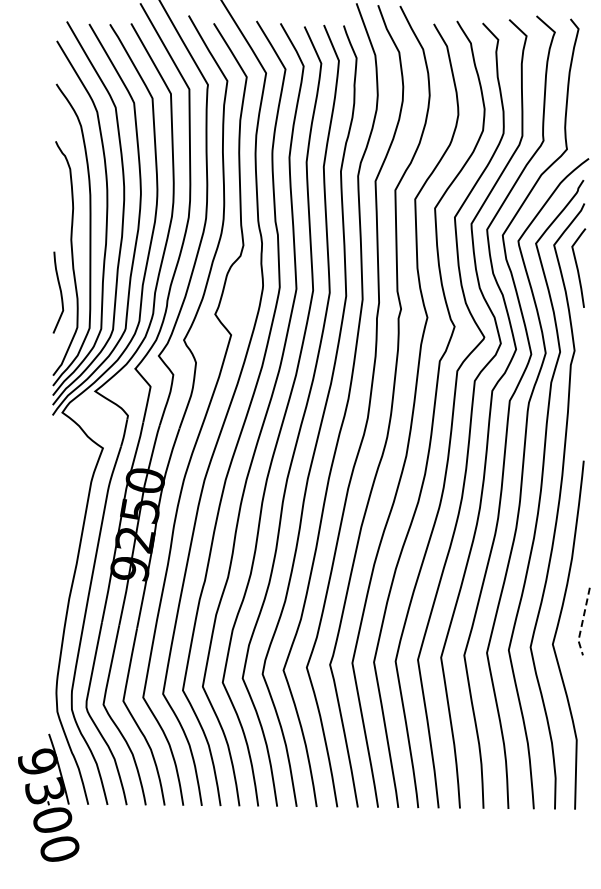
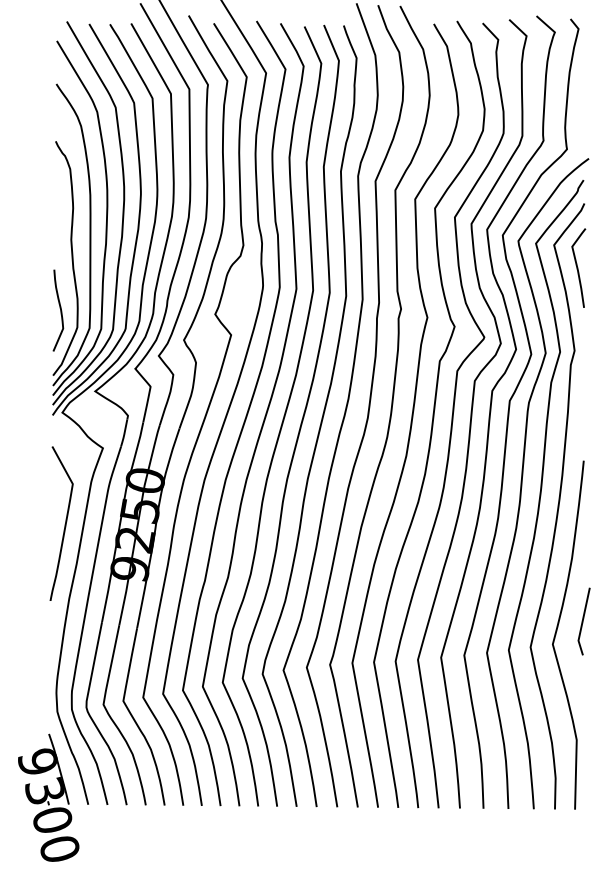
curve at (60, 292) position: (60, 292) -> (60, 310)
curve at (64, 524): none -> present
line at (582, 623): dashed -> solid
